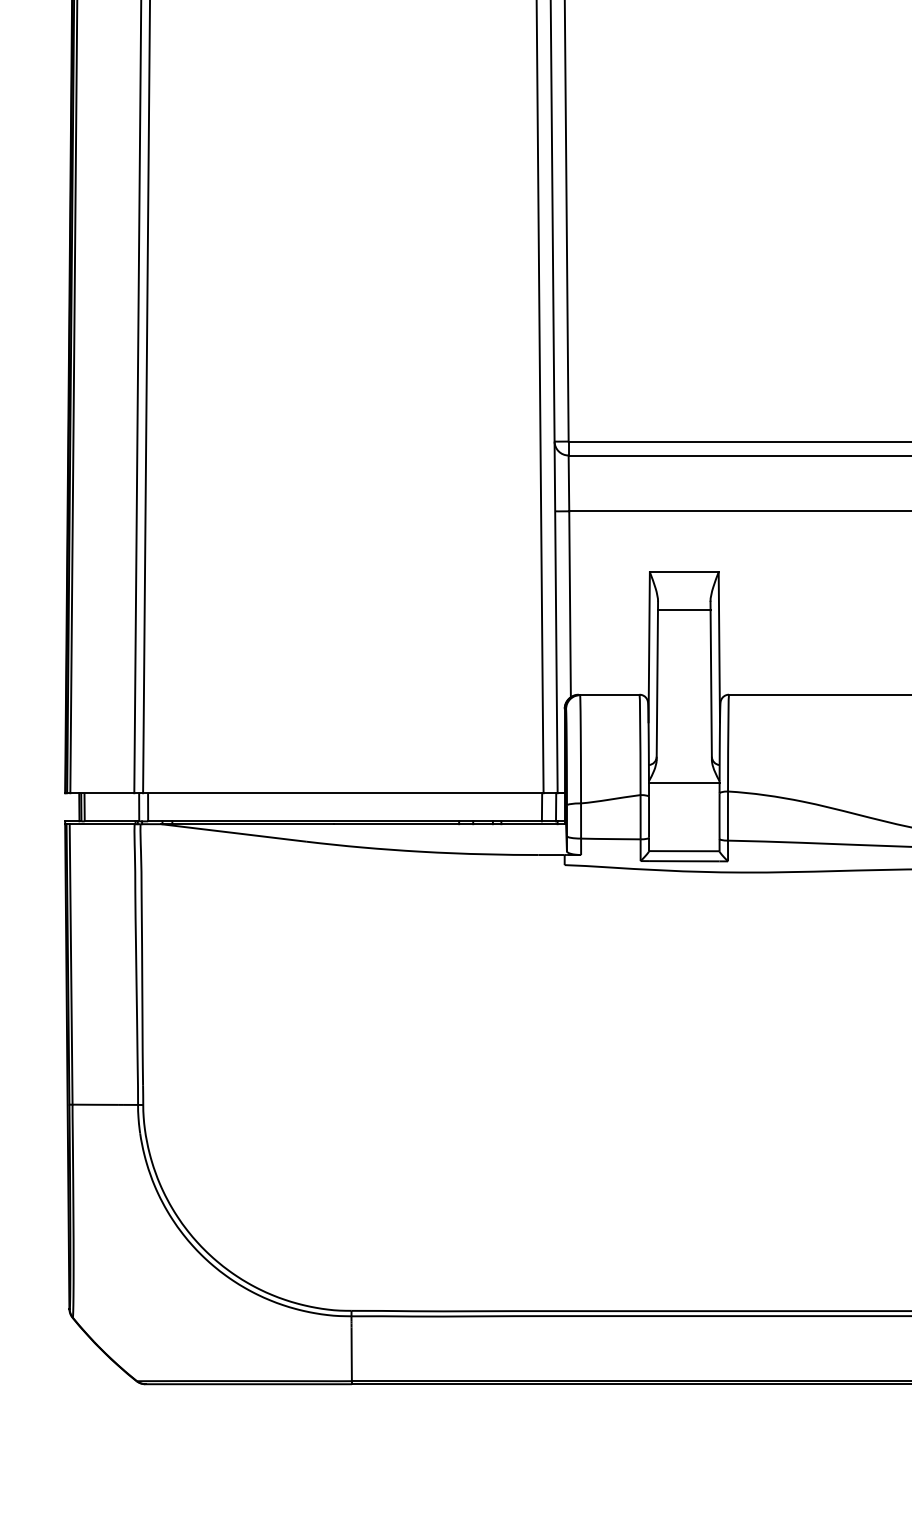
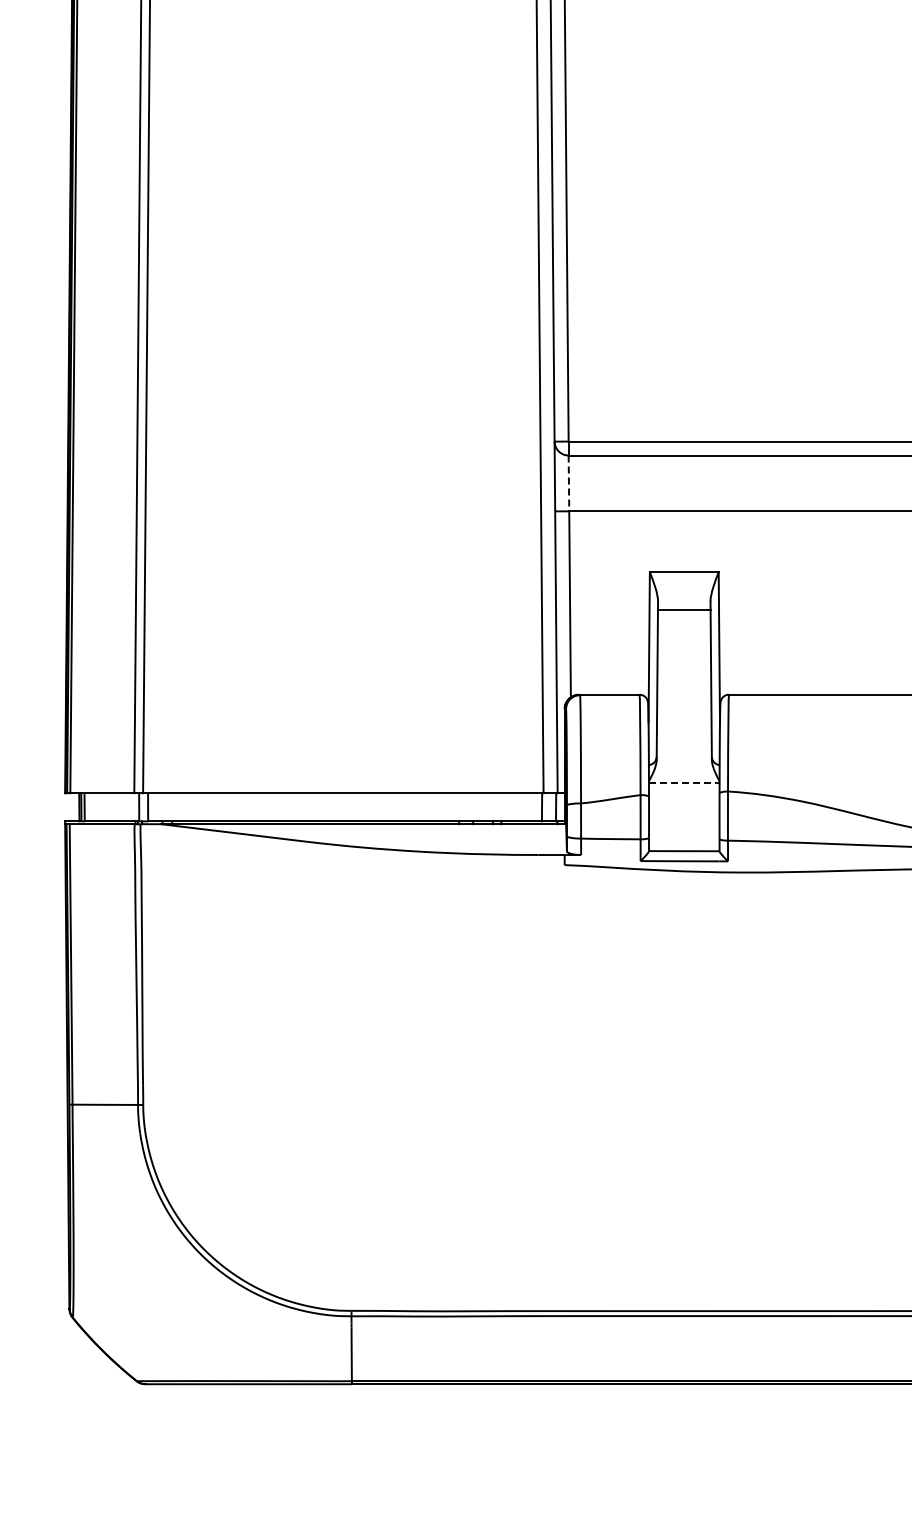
line at (568, 483): solid -> dashed
line at (684, 782): solid -> dashed
